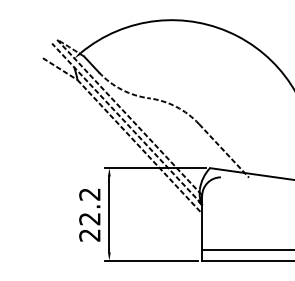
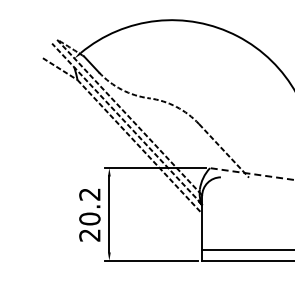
line at (251, 173): solid -> dashed
text at (89, 218): 22.2 -> 20.2
